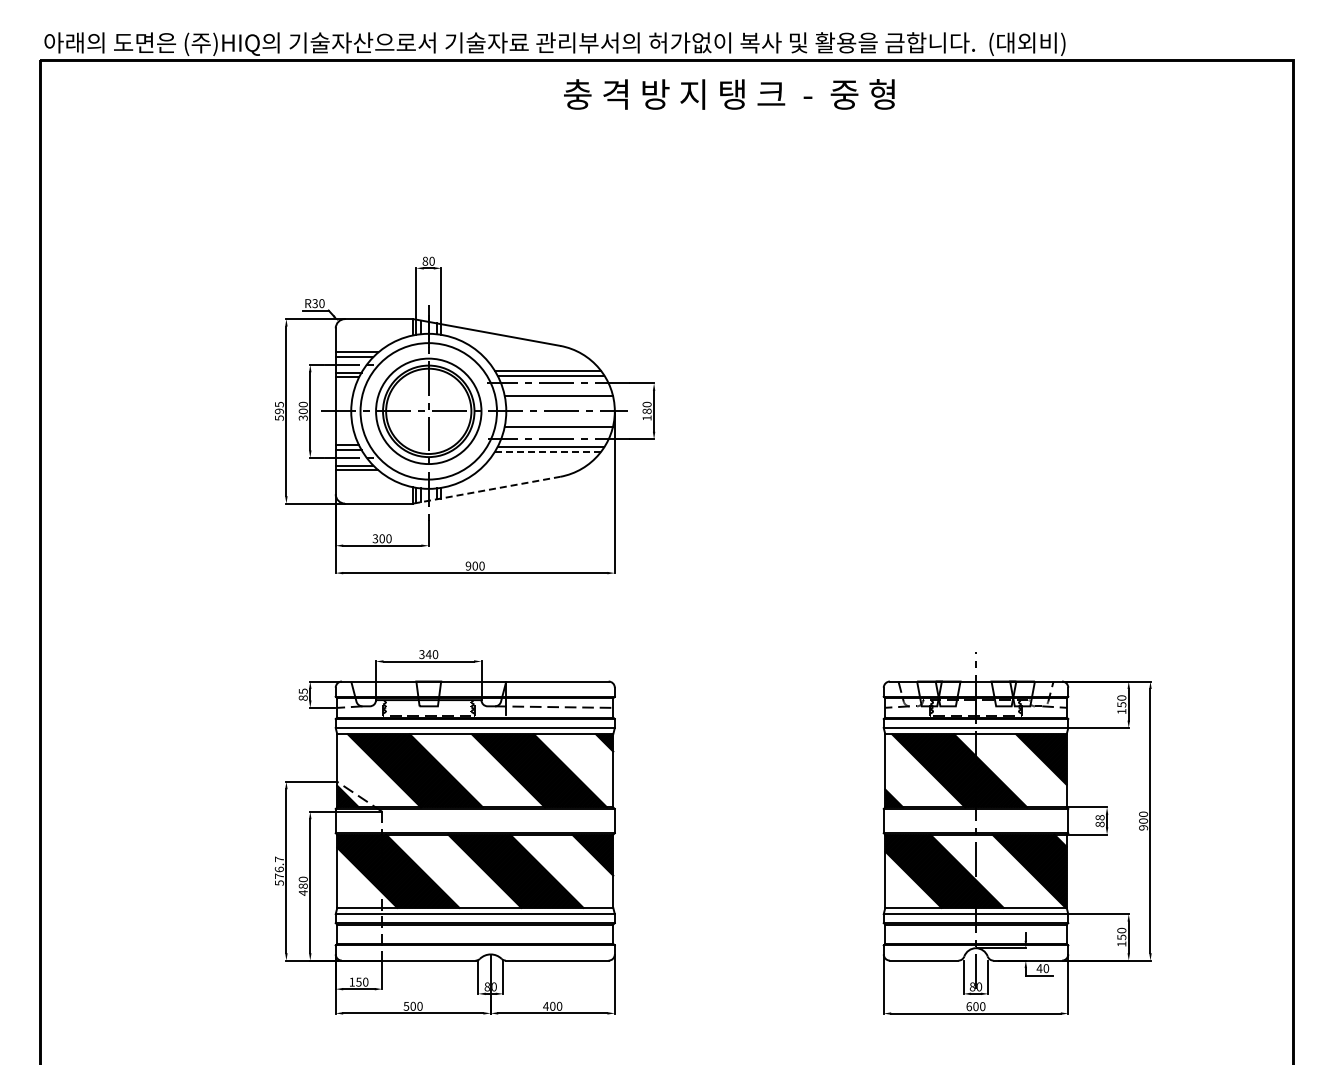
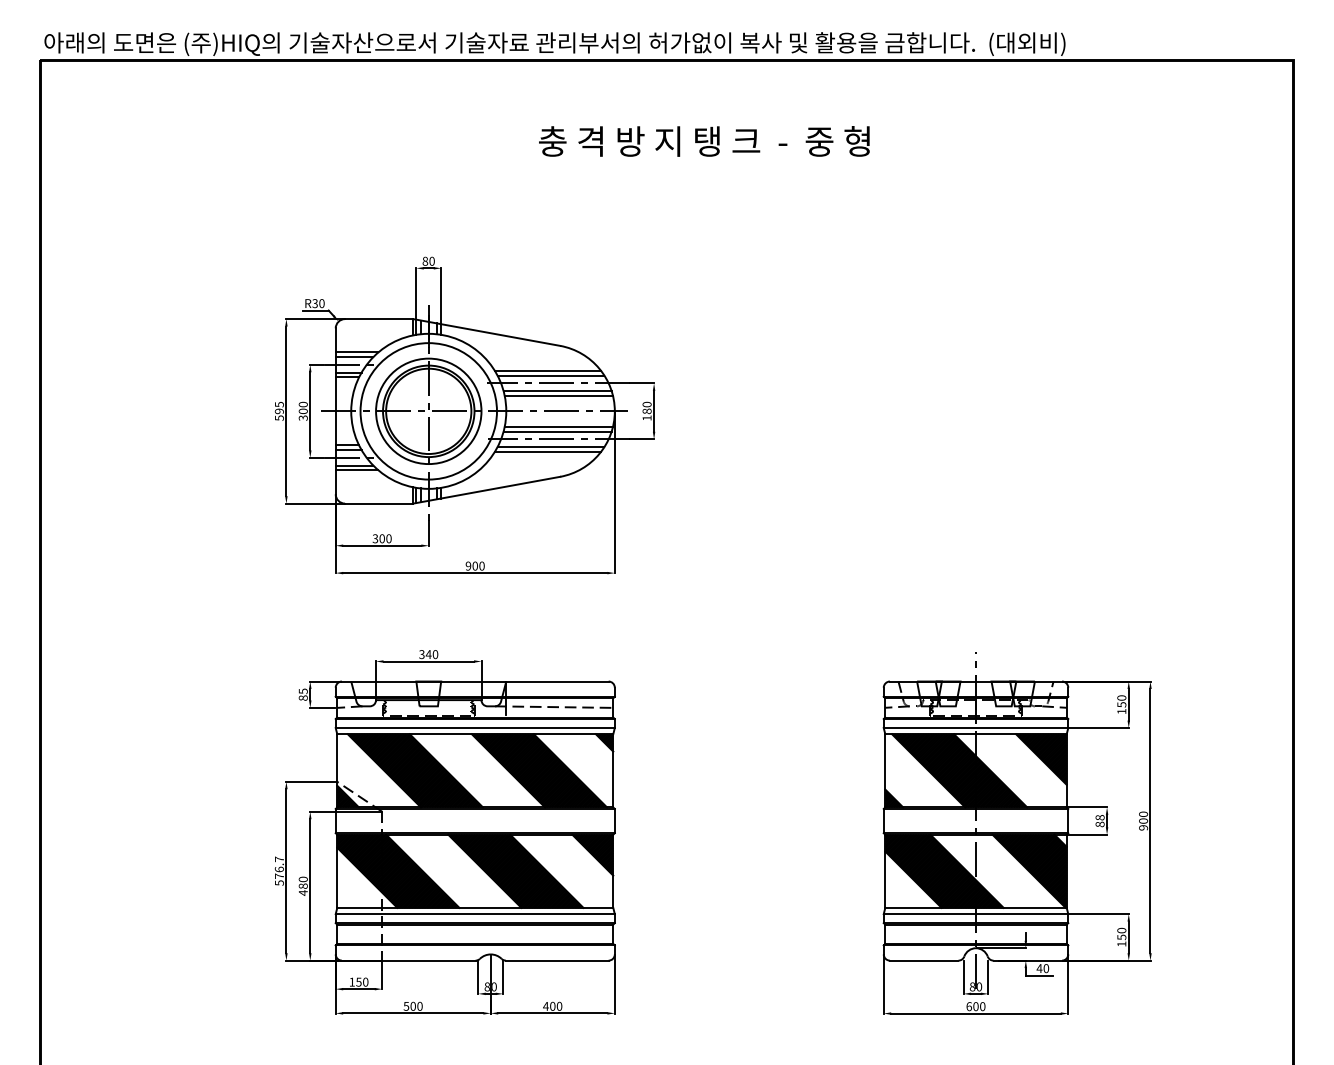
text at (729, 94) position: (729, 94) -> (704, 141)
line at (557, 391): none -> present
line at (557, 431): none -> present
line at (547, 451): dashed -> solid
line at (486, 490): dashed -> solid
